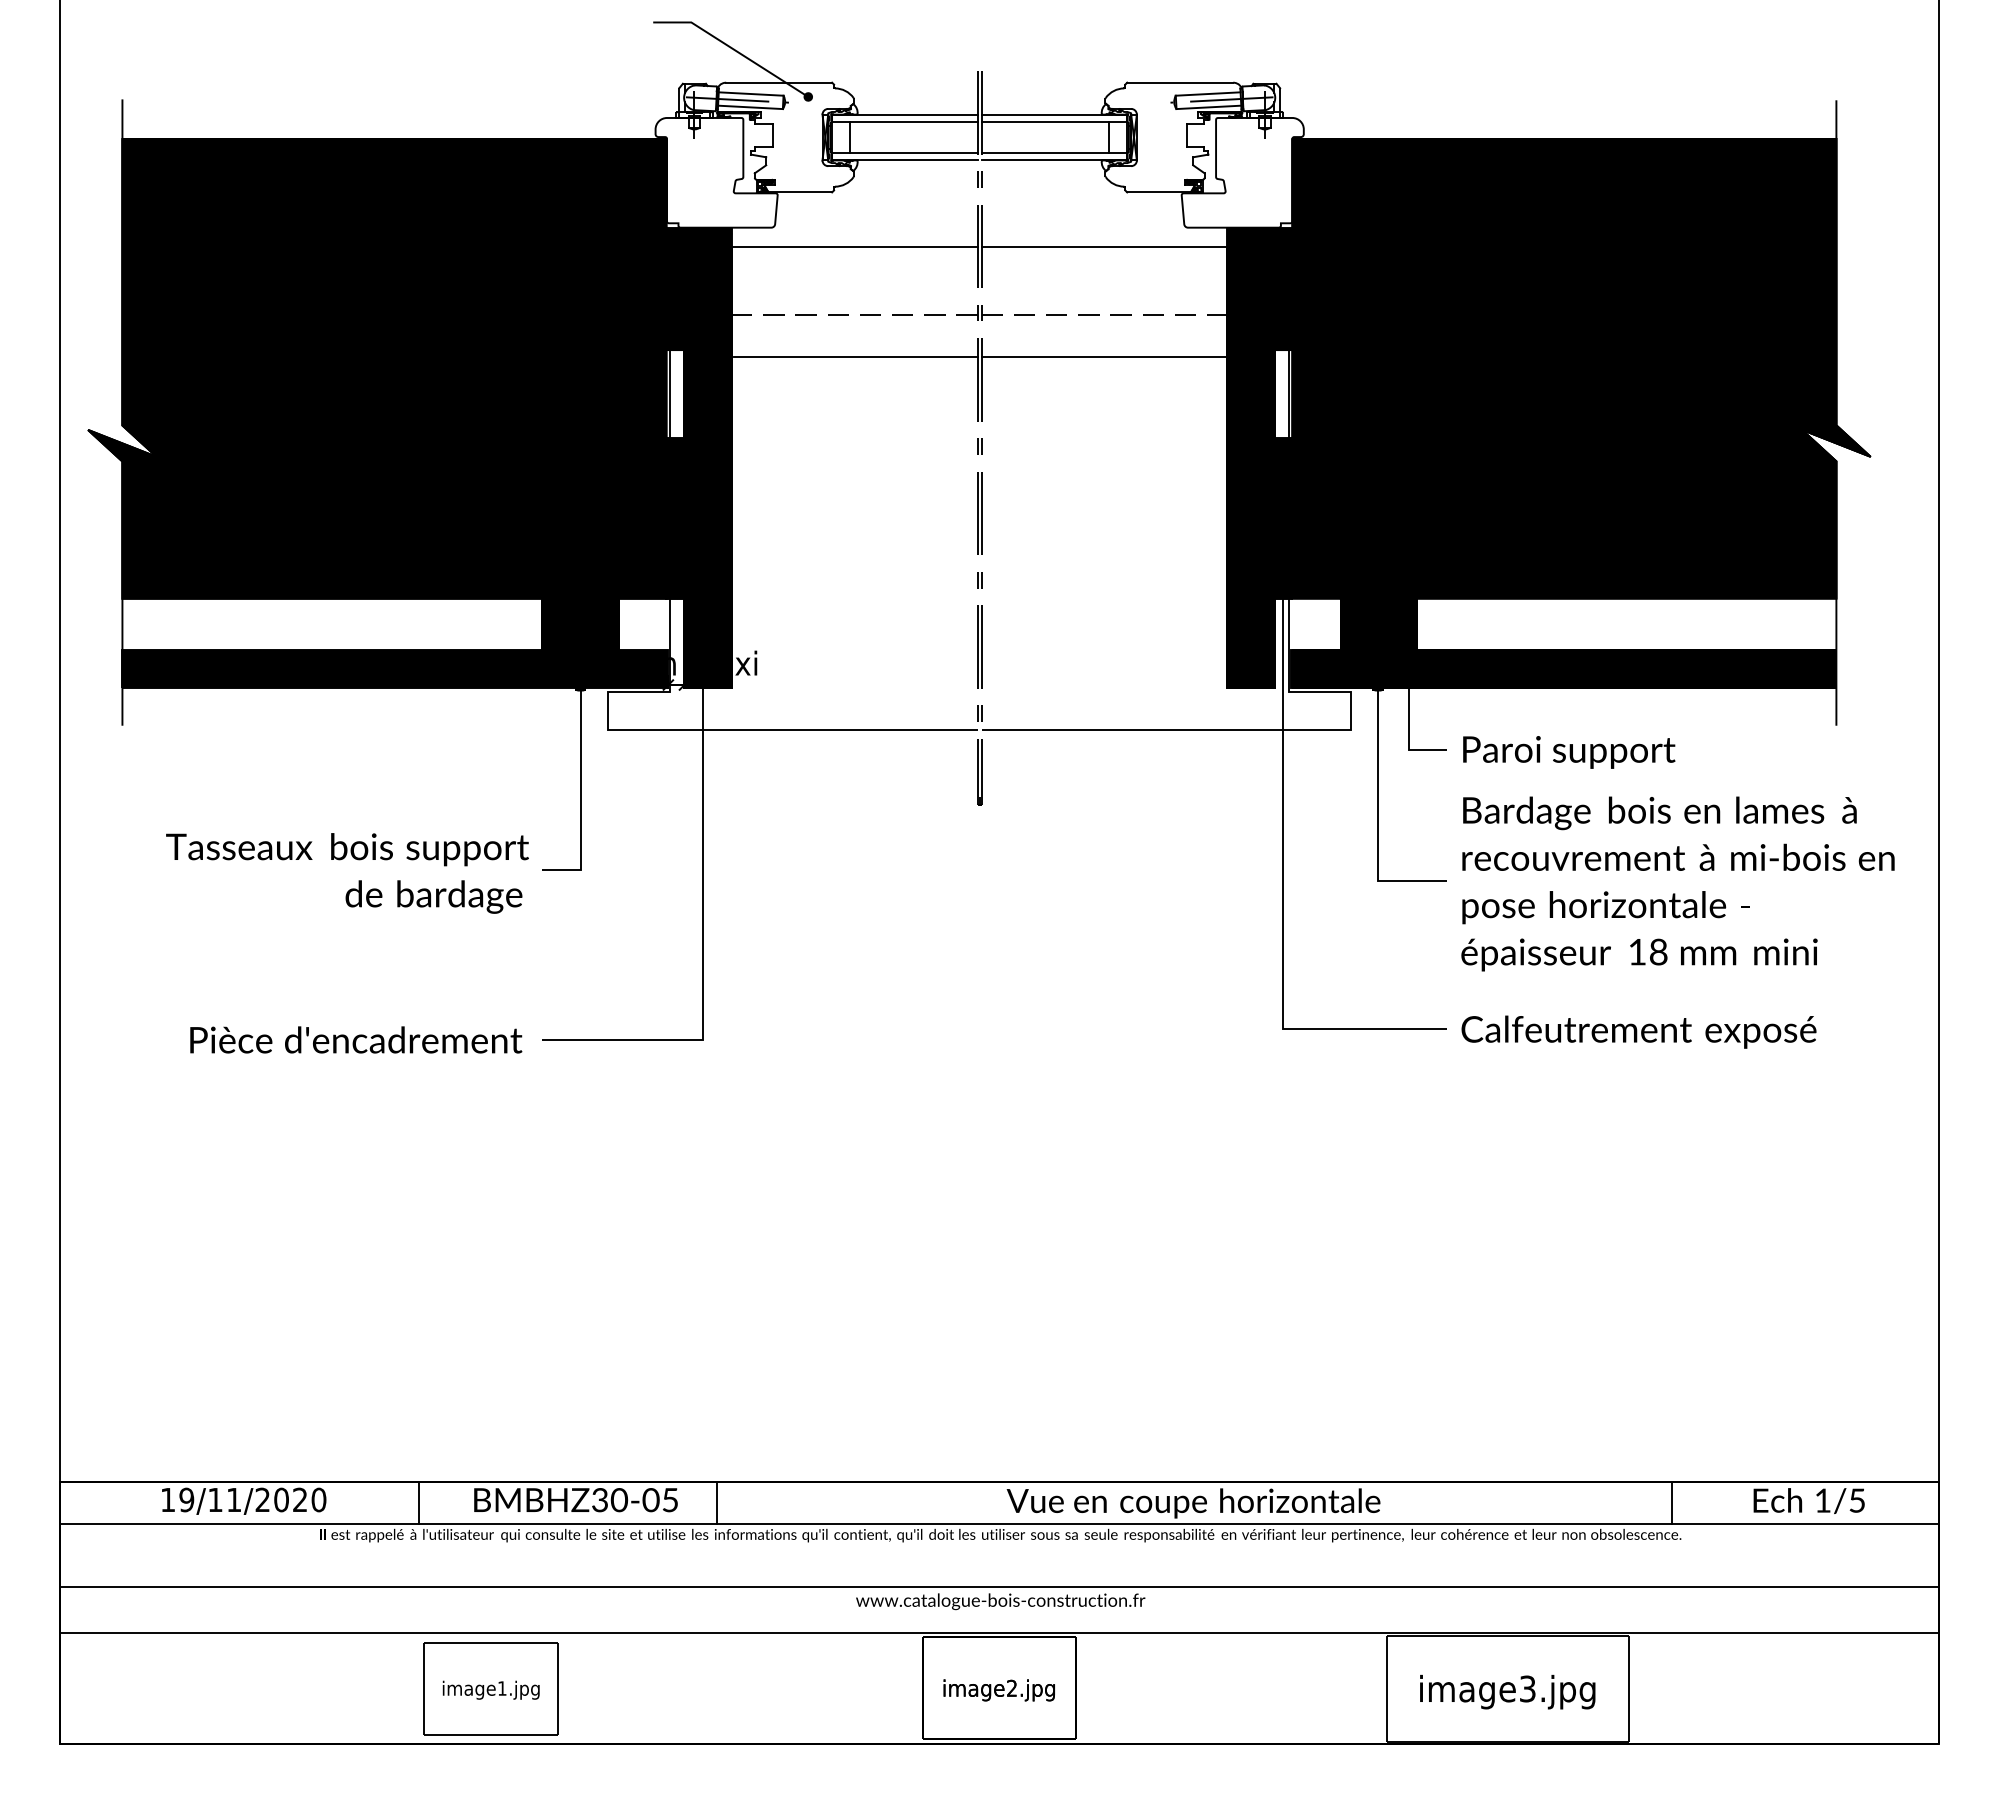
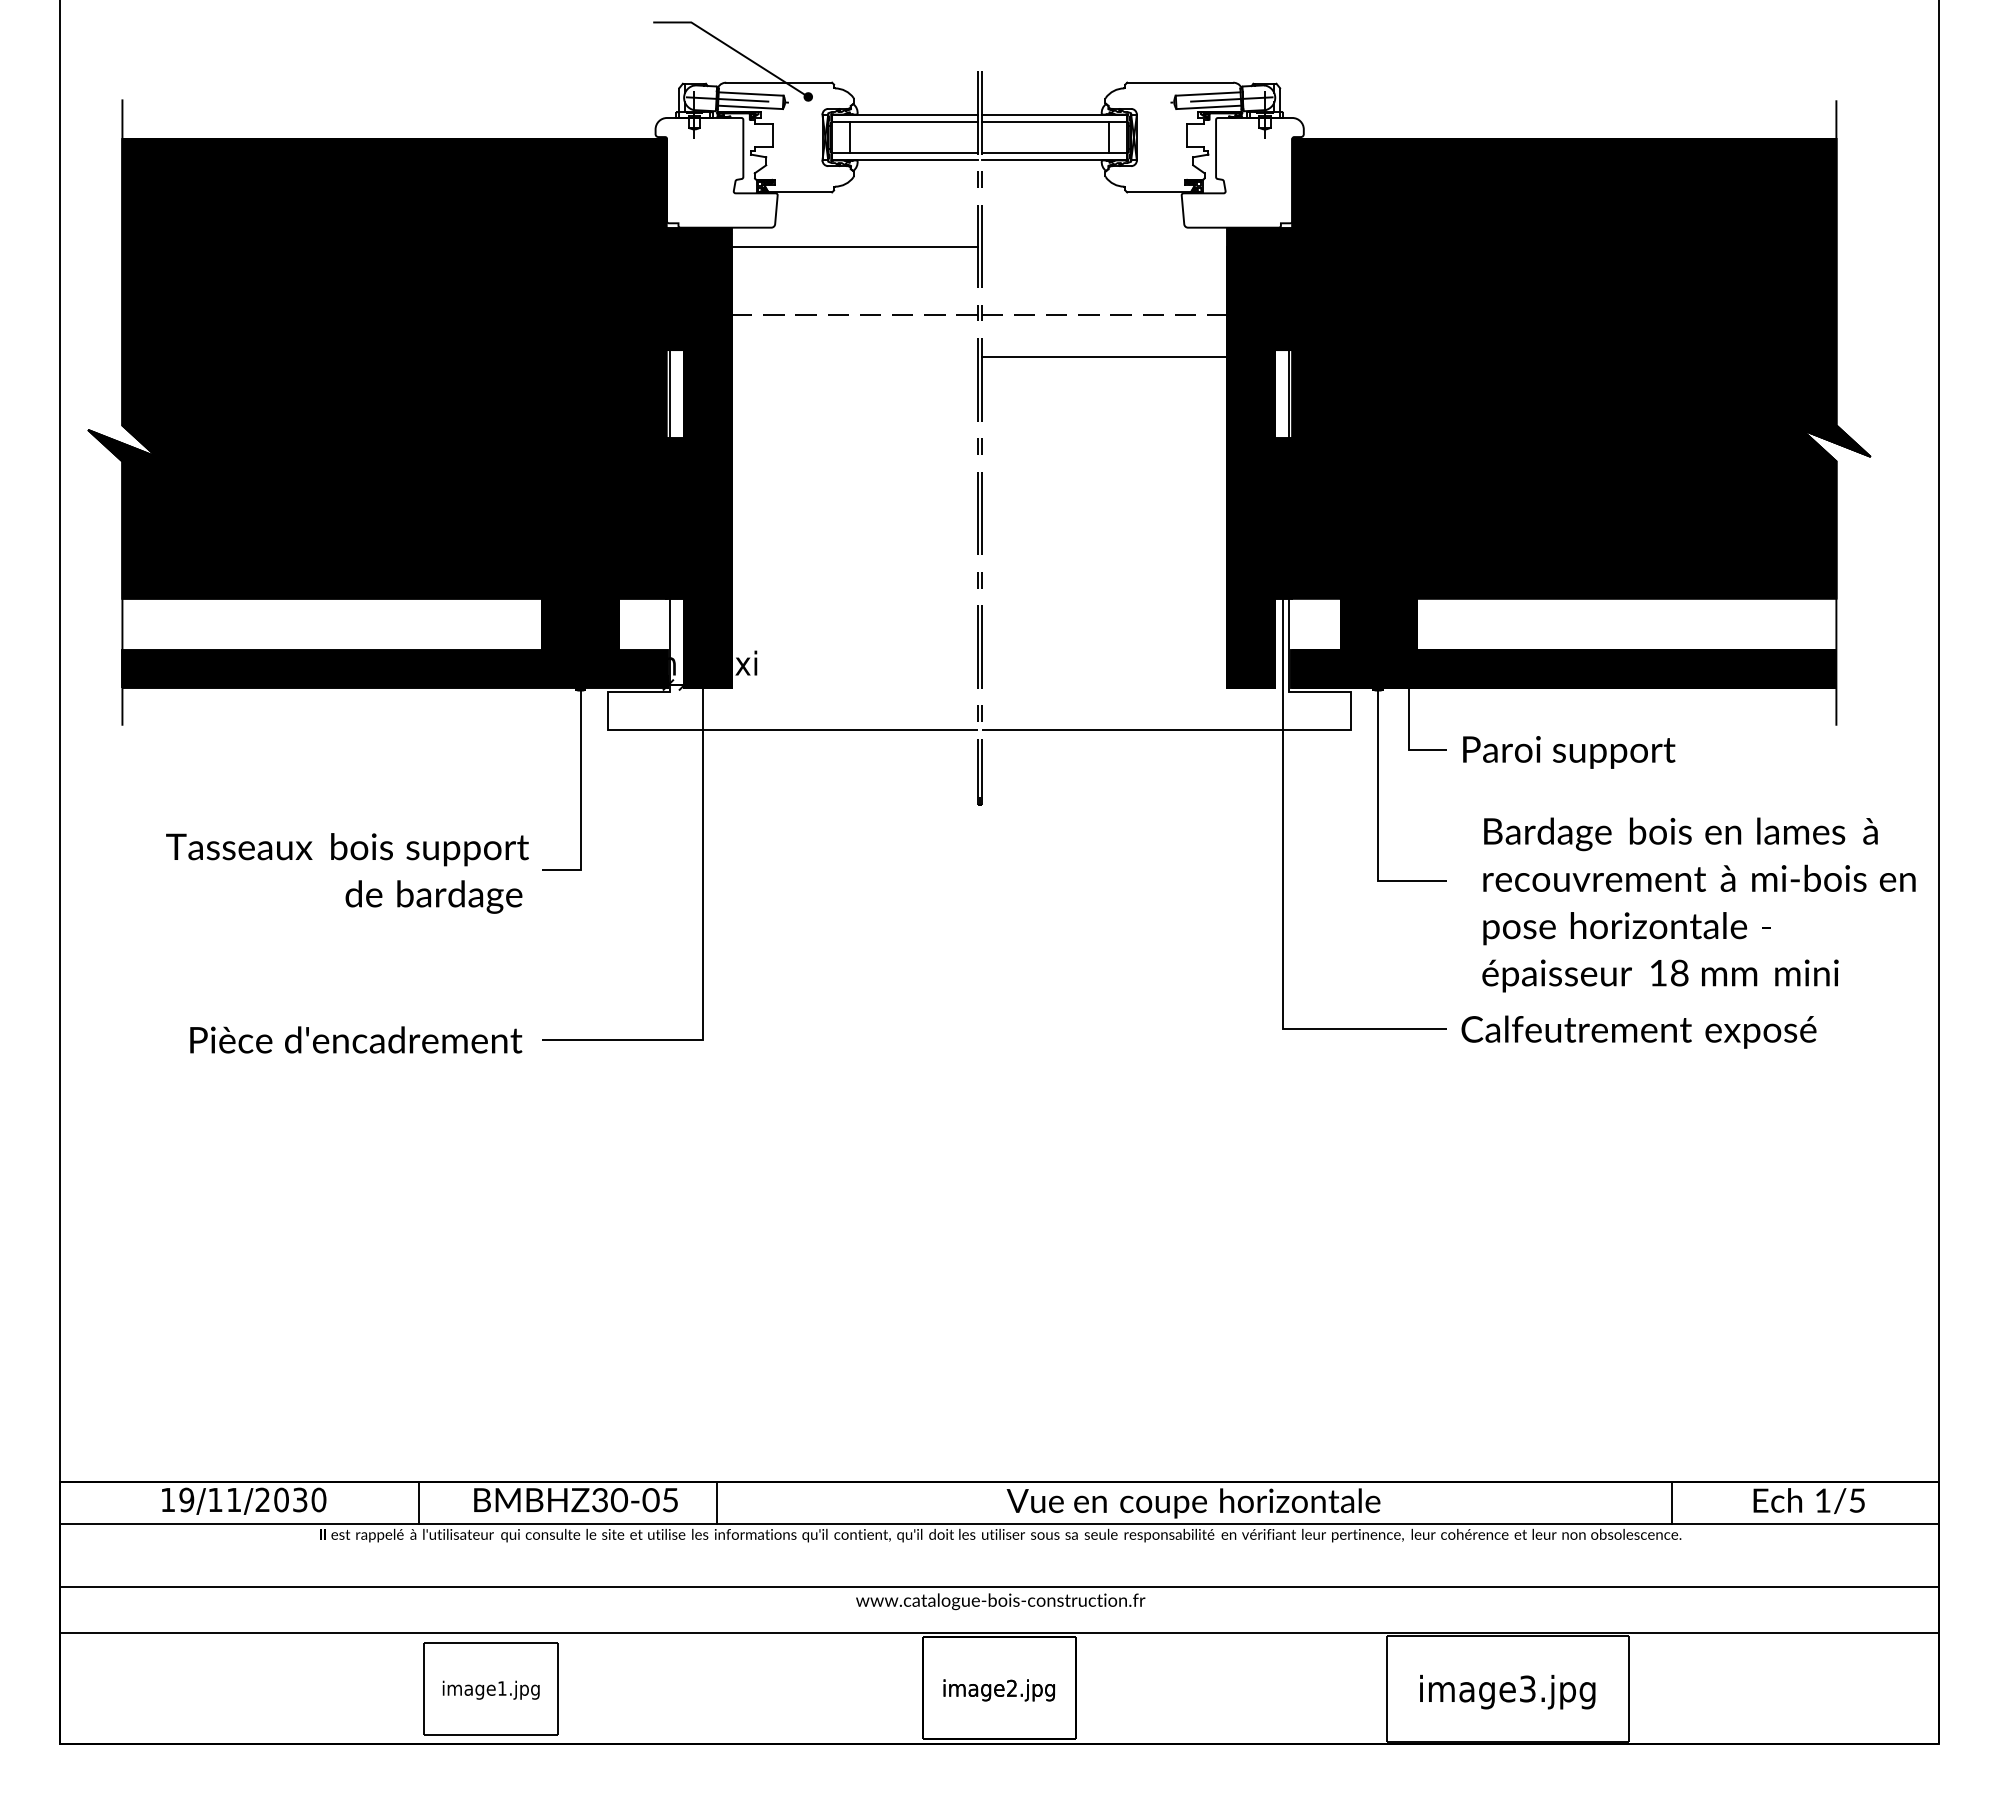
line at (1103, 247): present -> none
line at (855, 357): present -> none
text at (1677, 883) position: (1677, 883) -> (1698, 904)
text at (300, 1500): 19/11/2020 -> 19/11/2030
